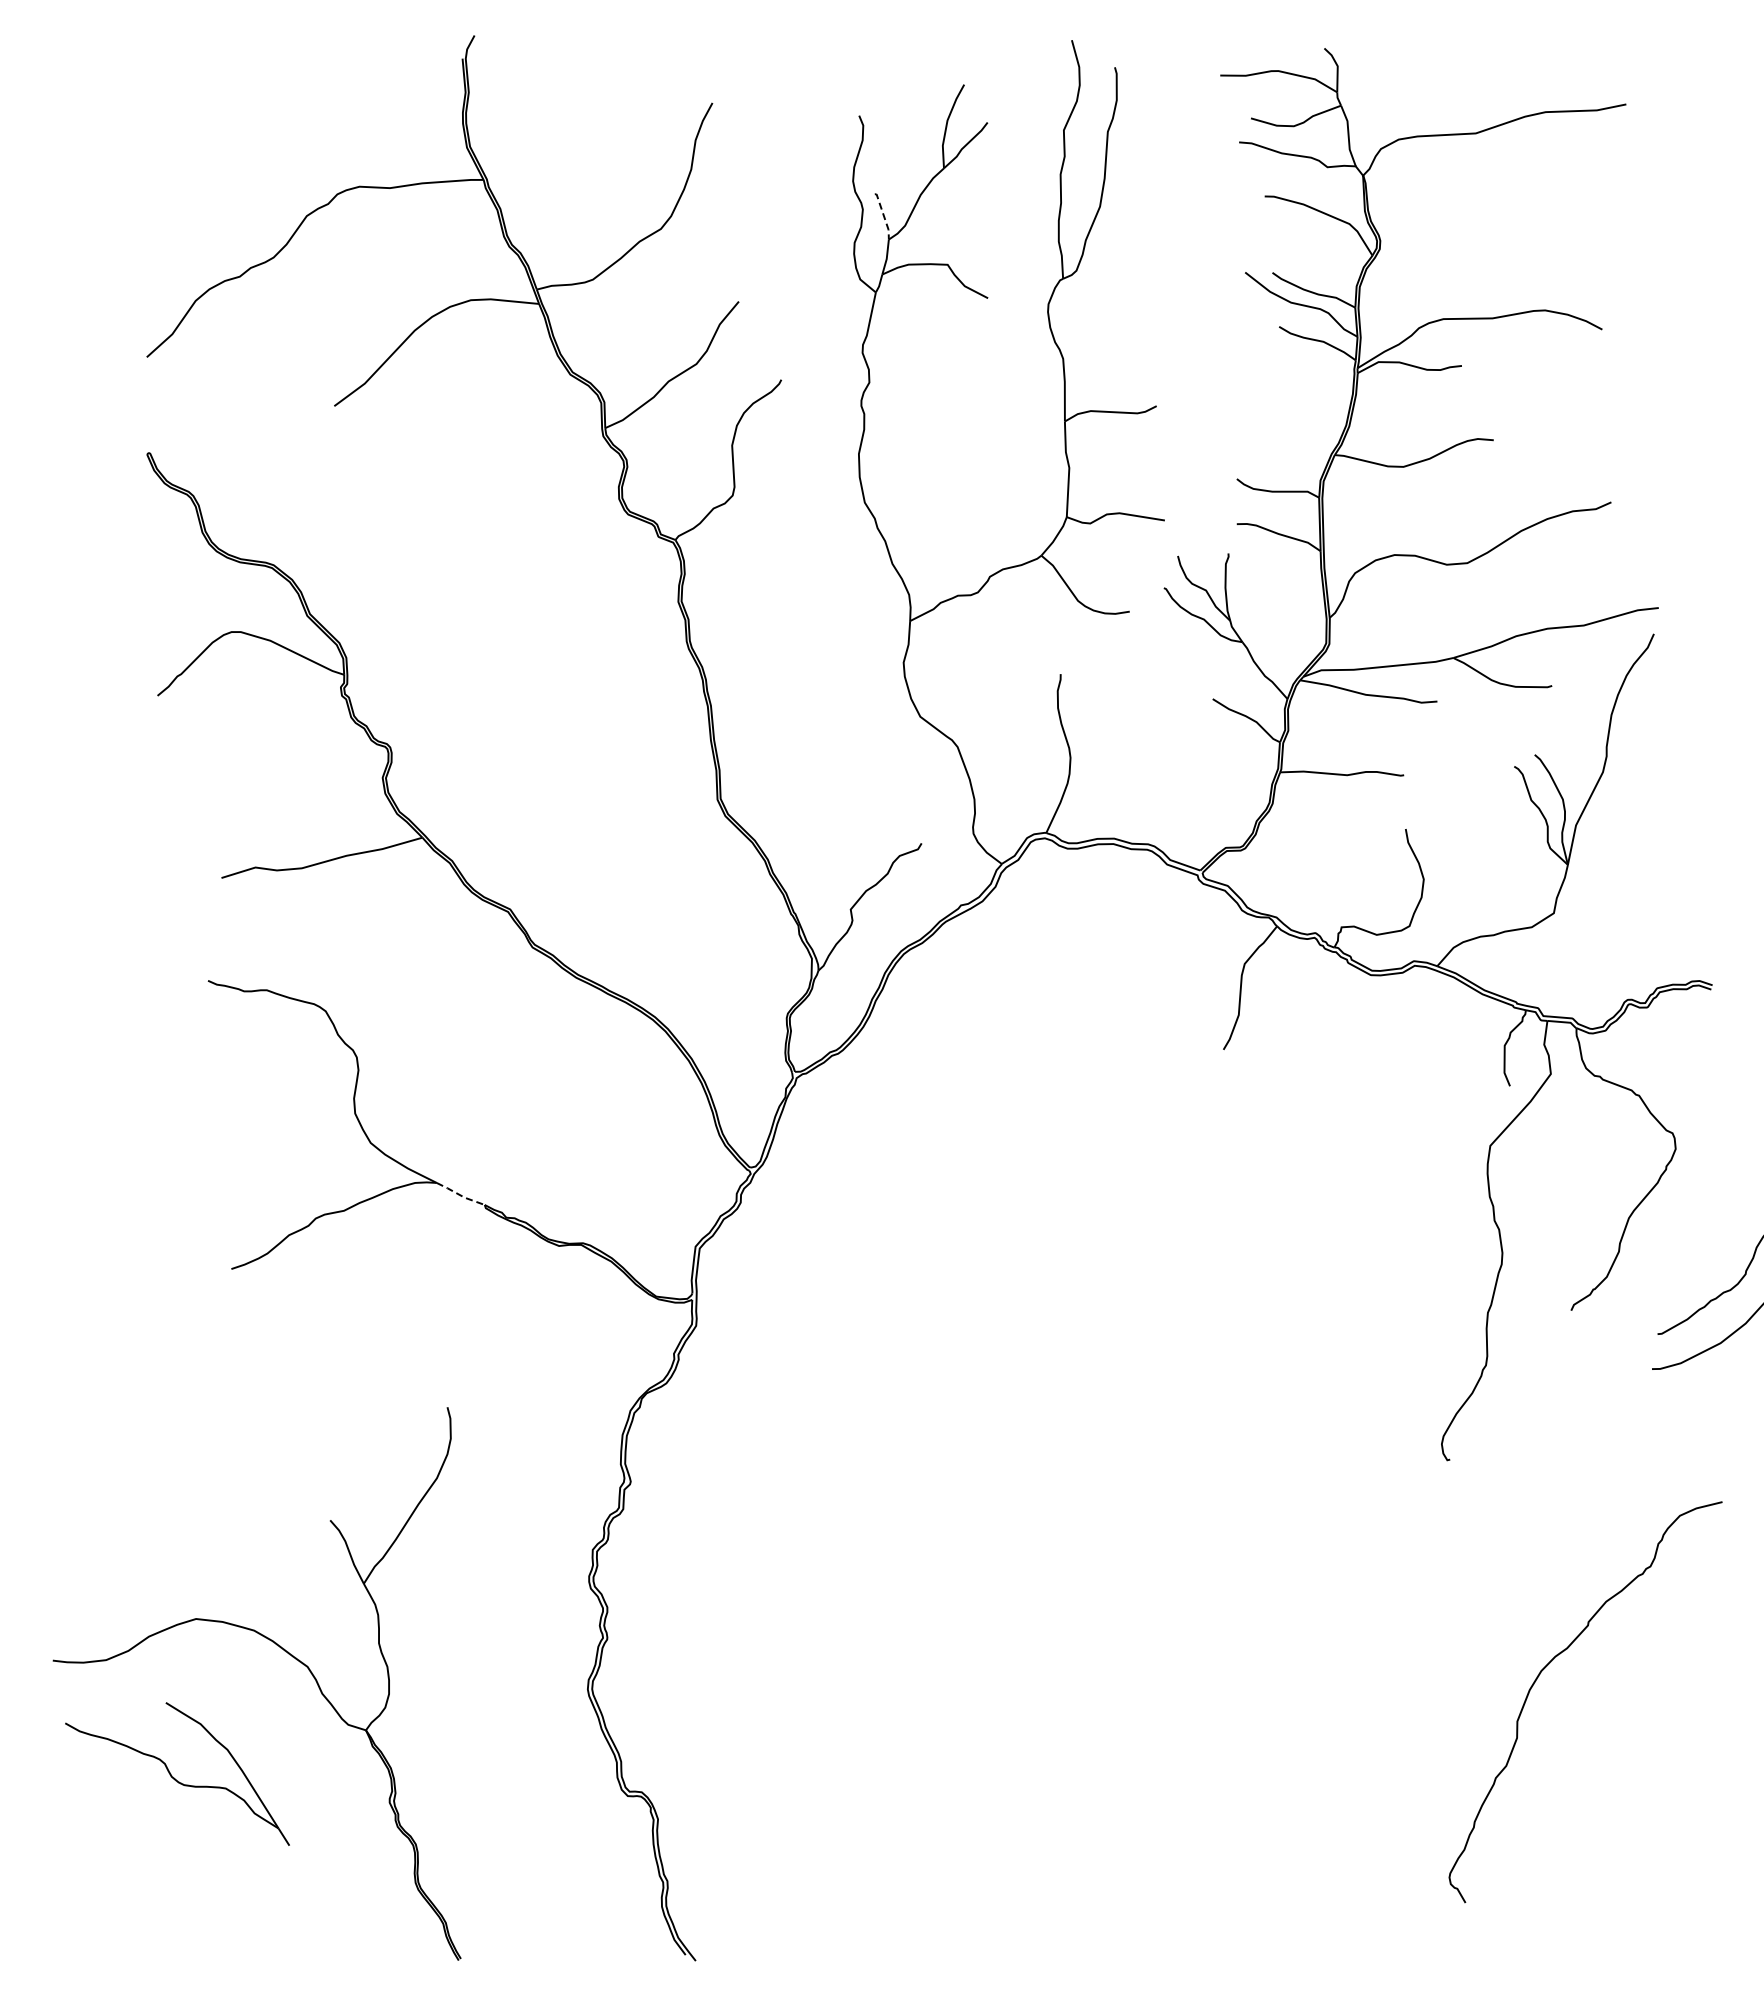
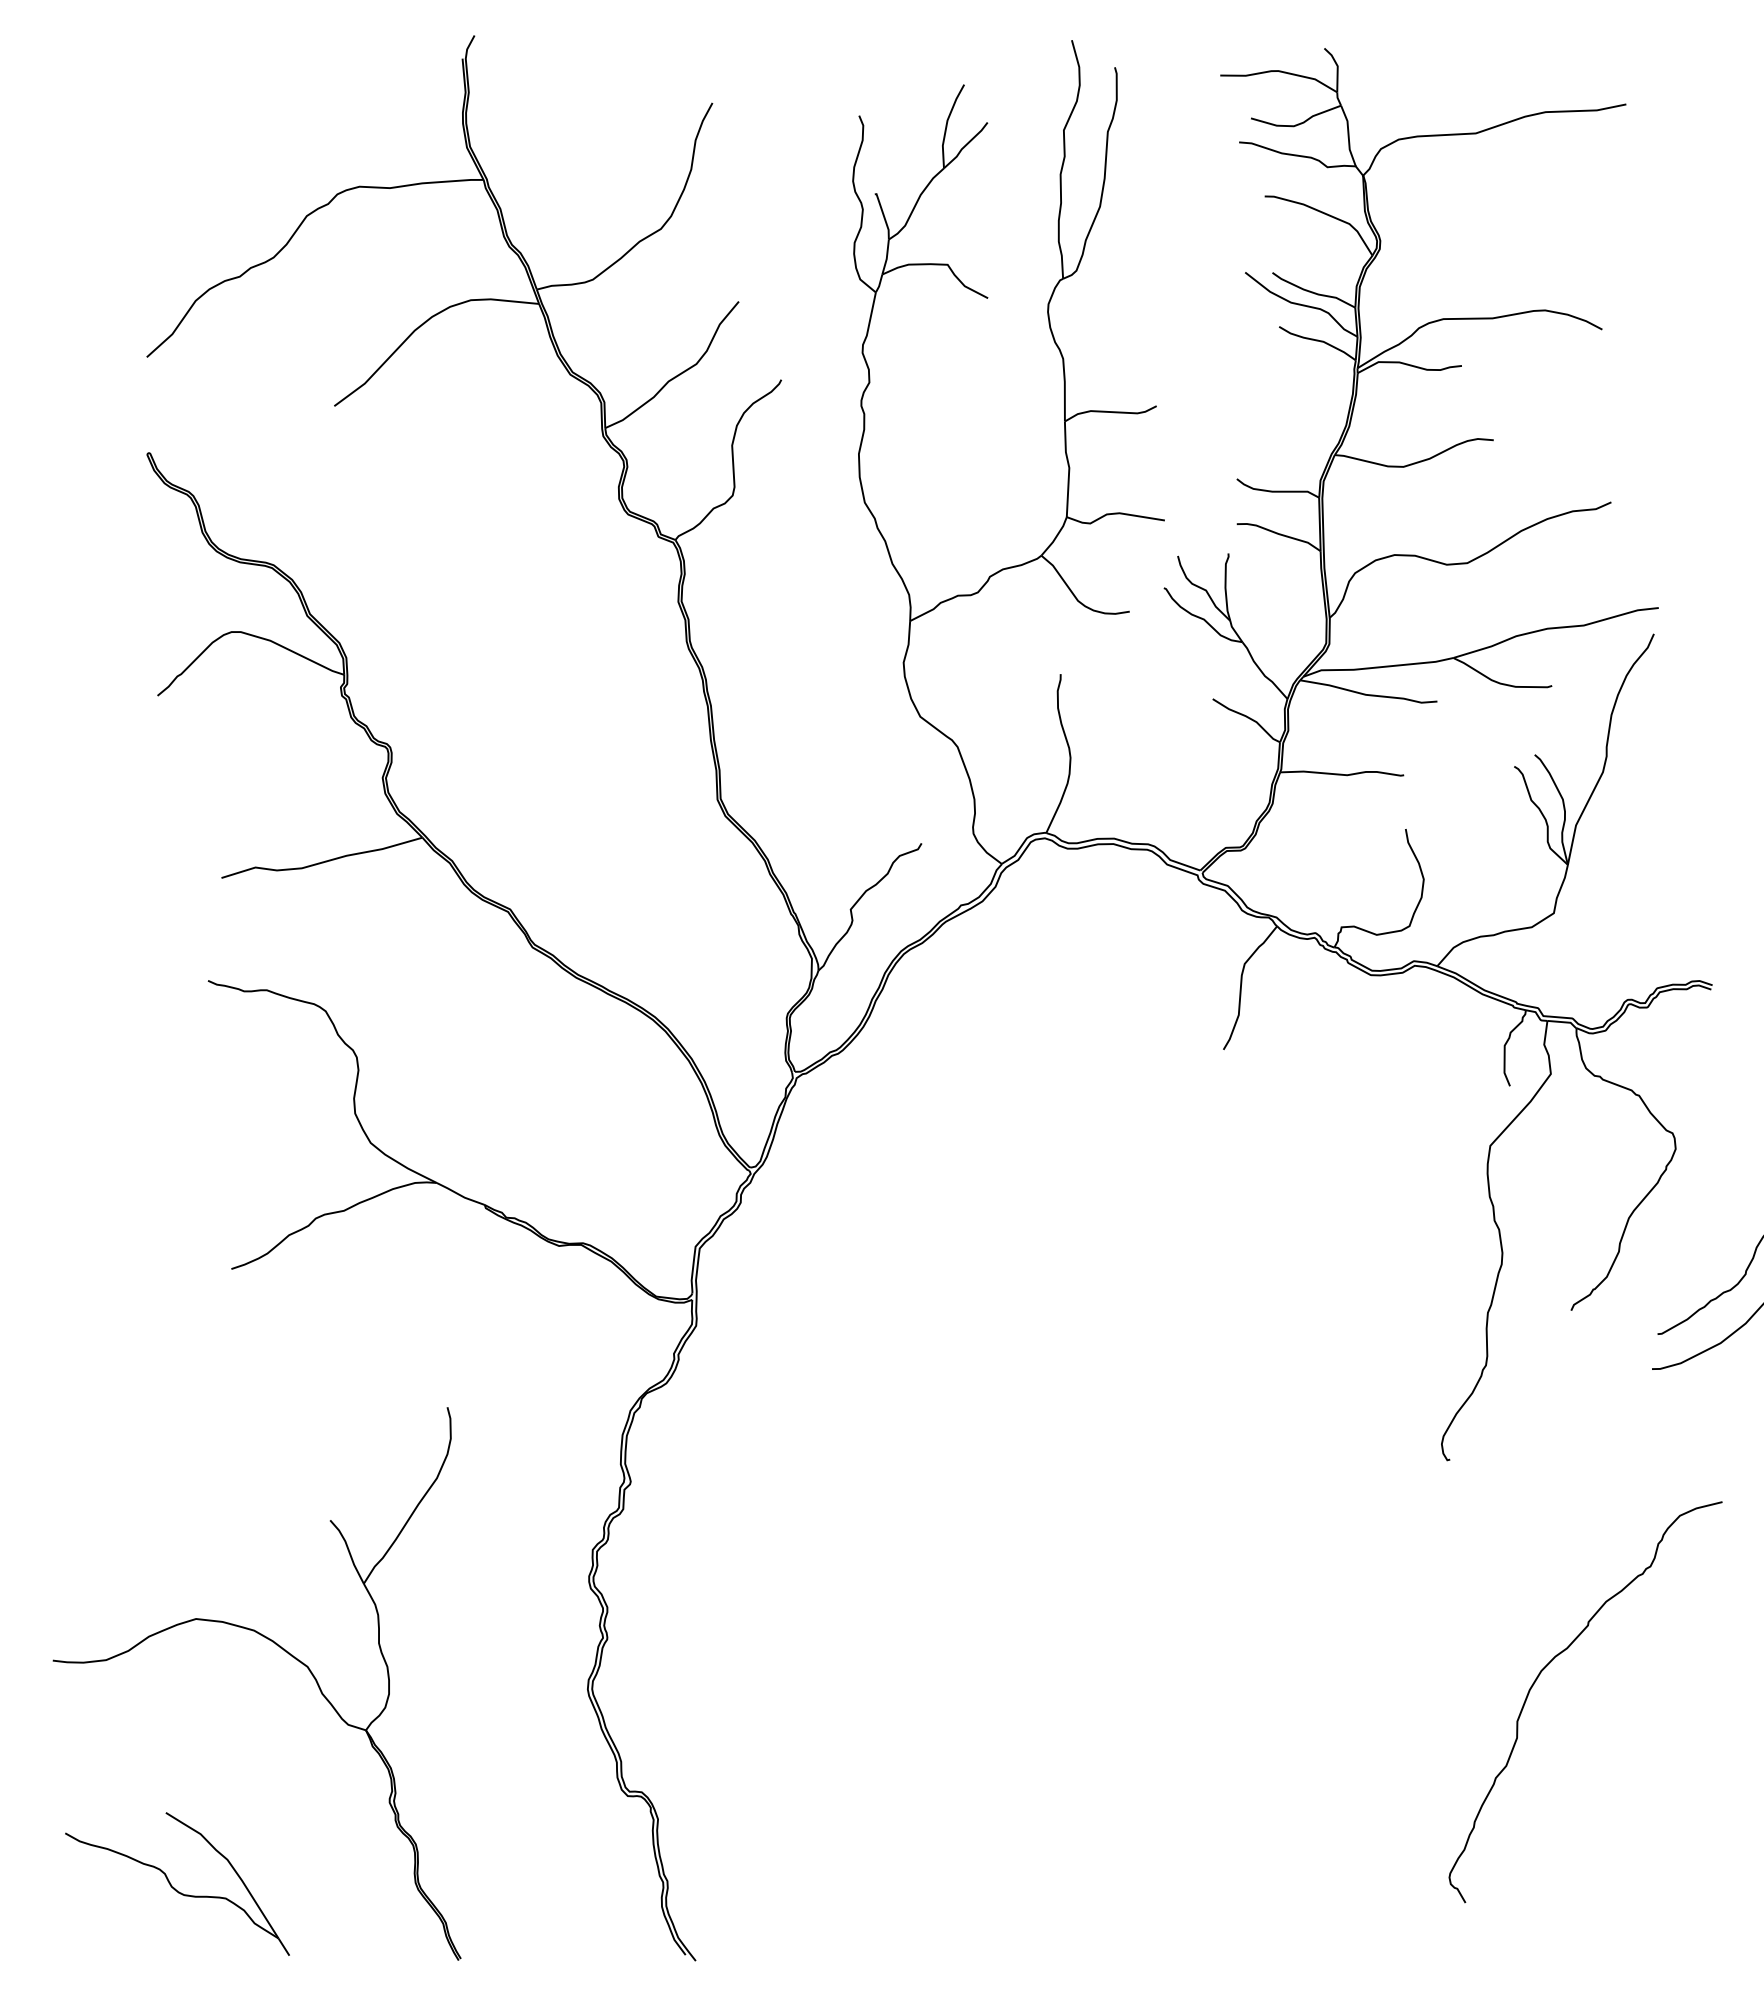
line at (883, 215): dashed -> solid
line at (460, 1195): dashed -> solid
part at (177, 1773) position: (177, 1773) -> (177, 1883)
